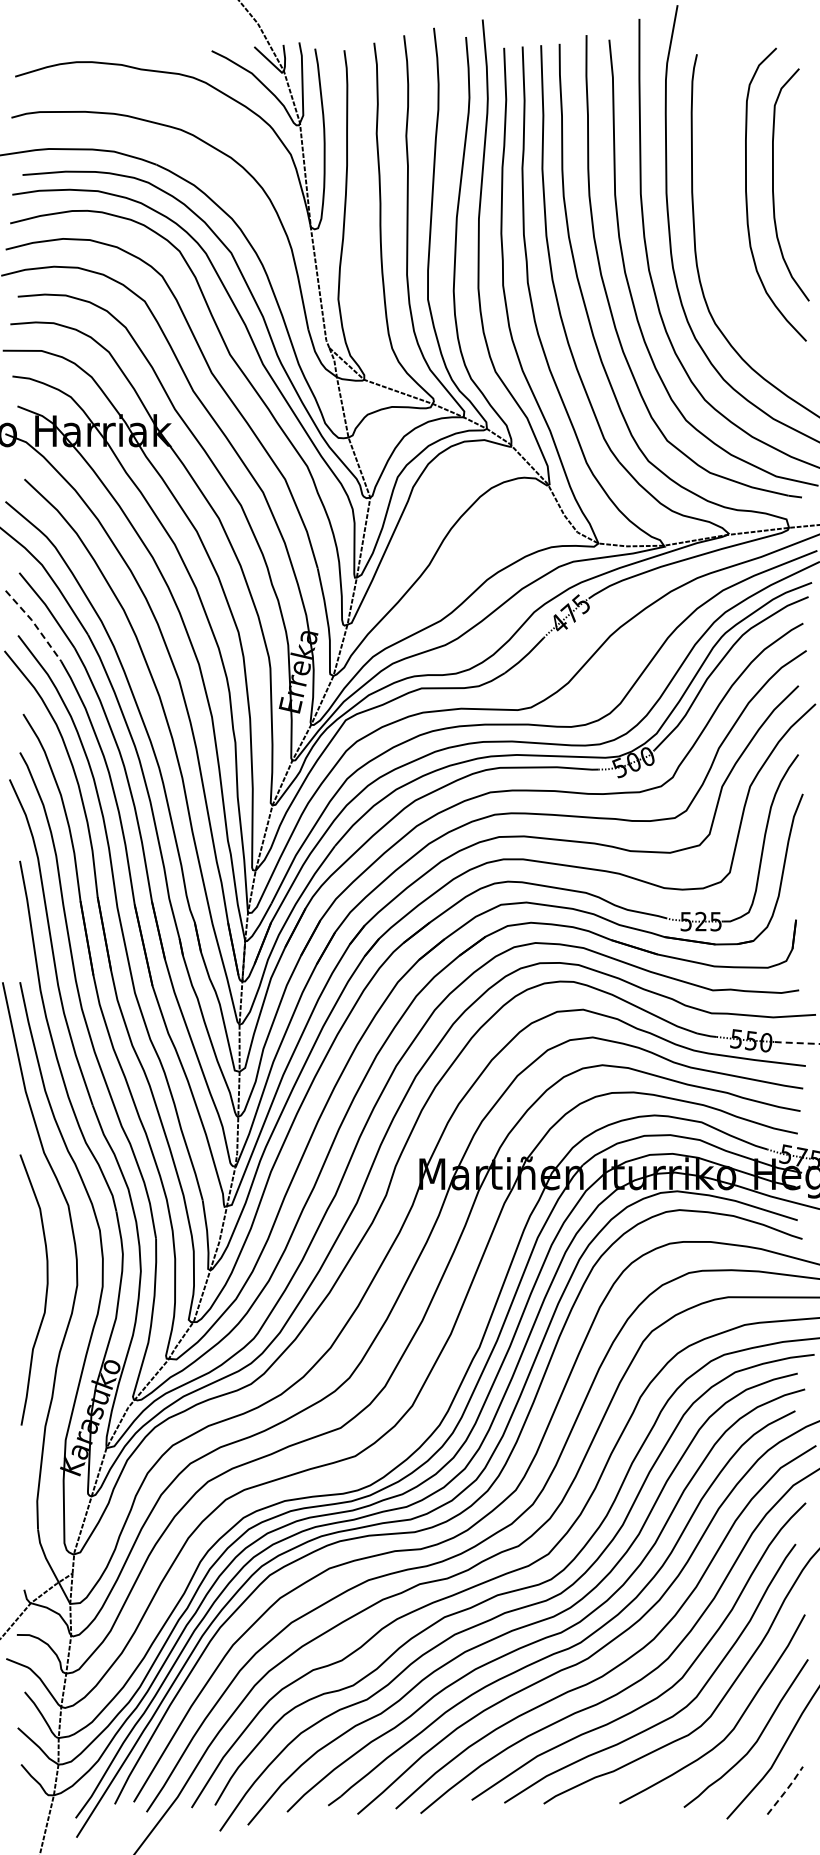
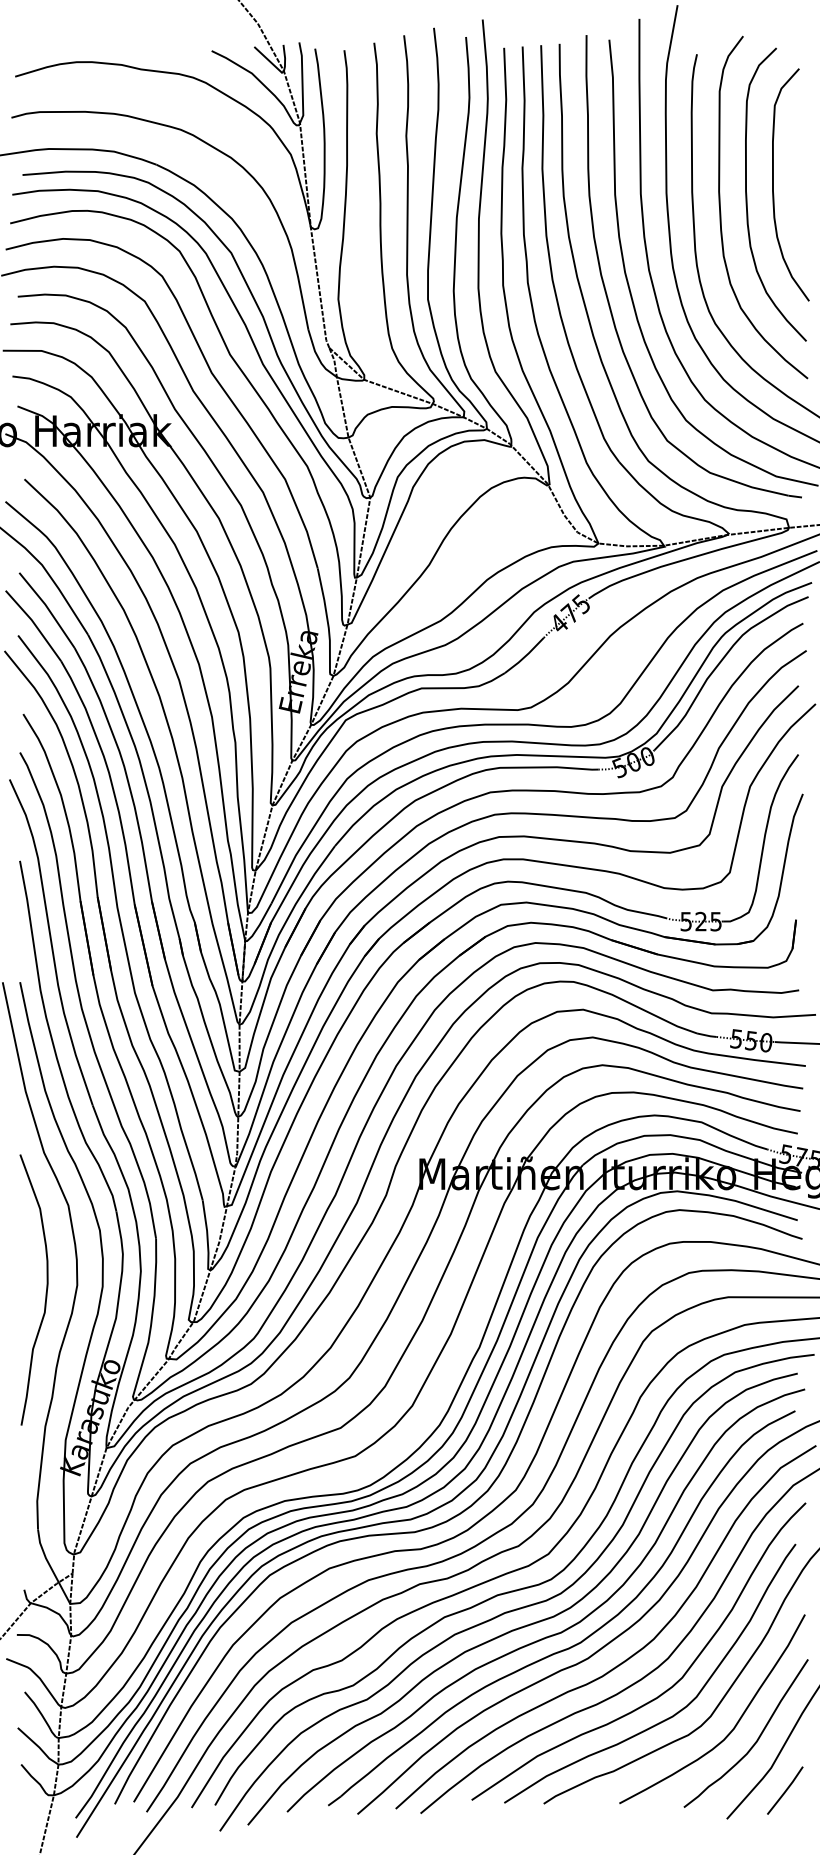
curve at (721, 211): none -> present
line at (34, 624): dashed -> solid
line at (796, 1043): dashed -> solid
line at (786, 1790): dashed -> solid
